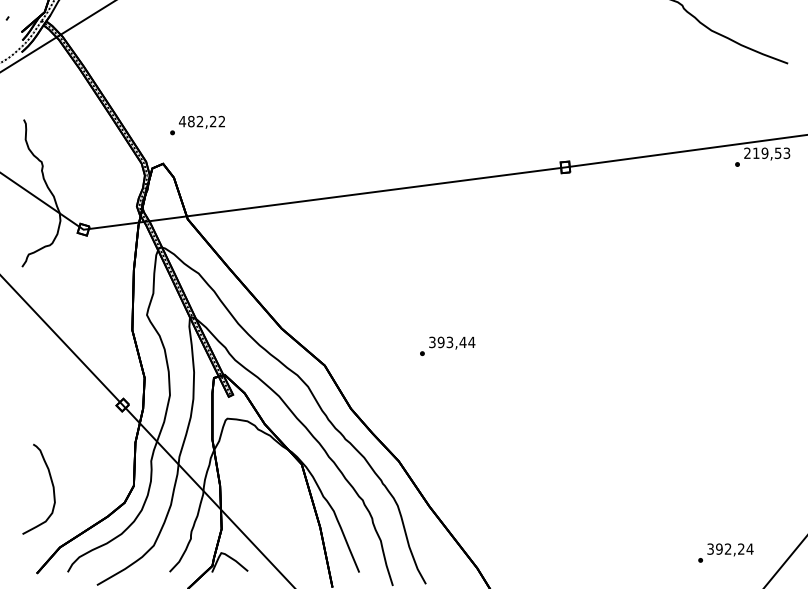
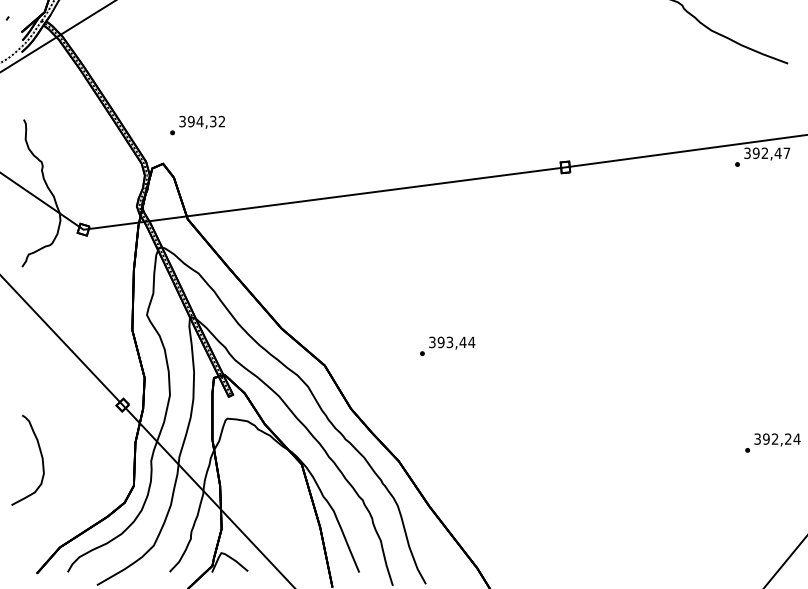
text at (197, 121): 482,22 -> 394,32
text at (767, 153): 219,53 -> 392,47
curve at (51, 484) position: (51, 484) -> (40, 455)
text at (725, 552) position: (725, 552) -> (772, 442)
